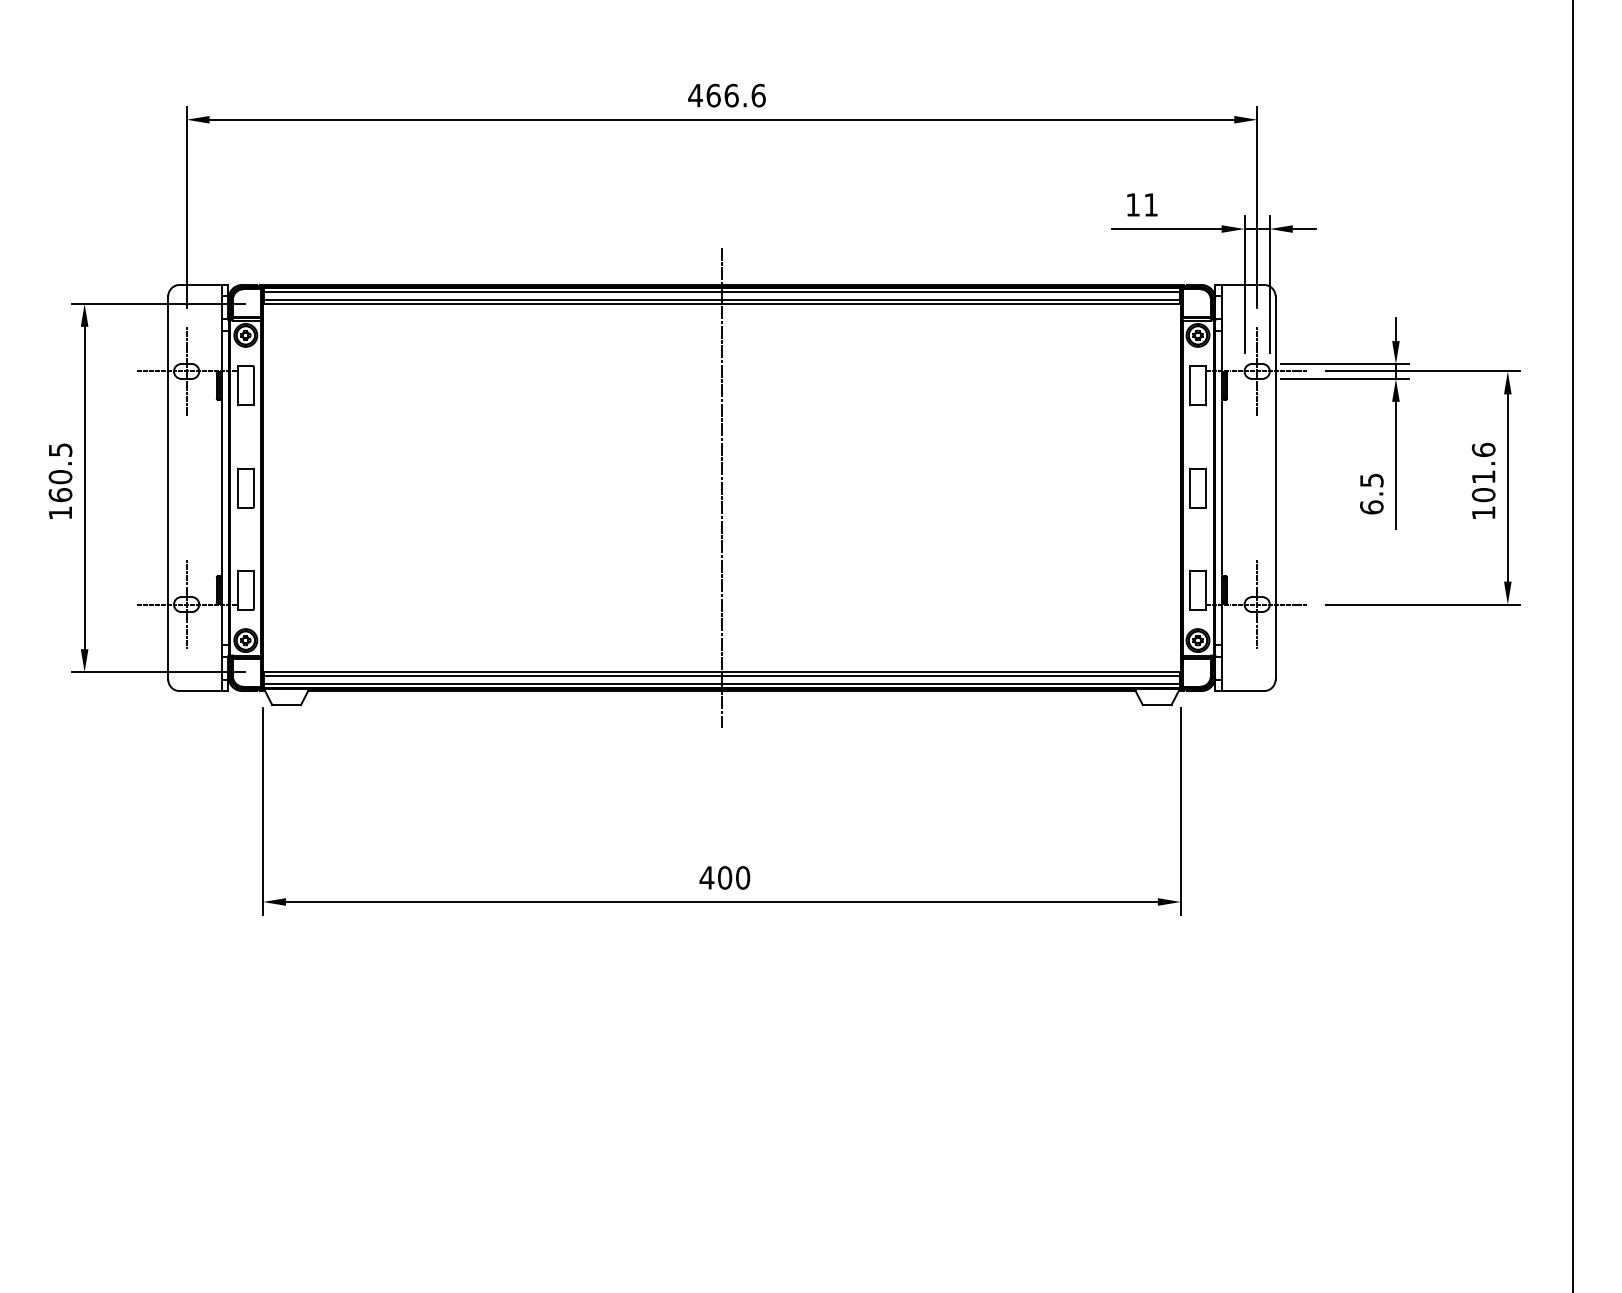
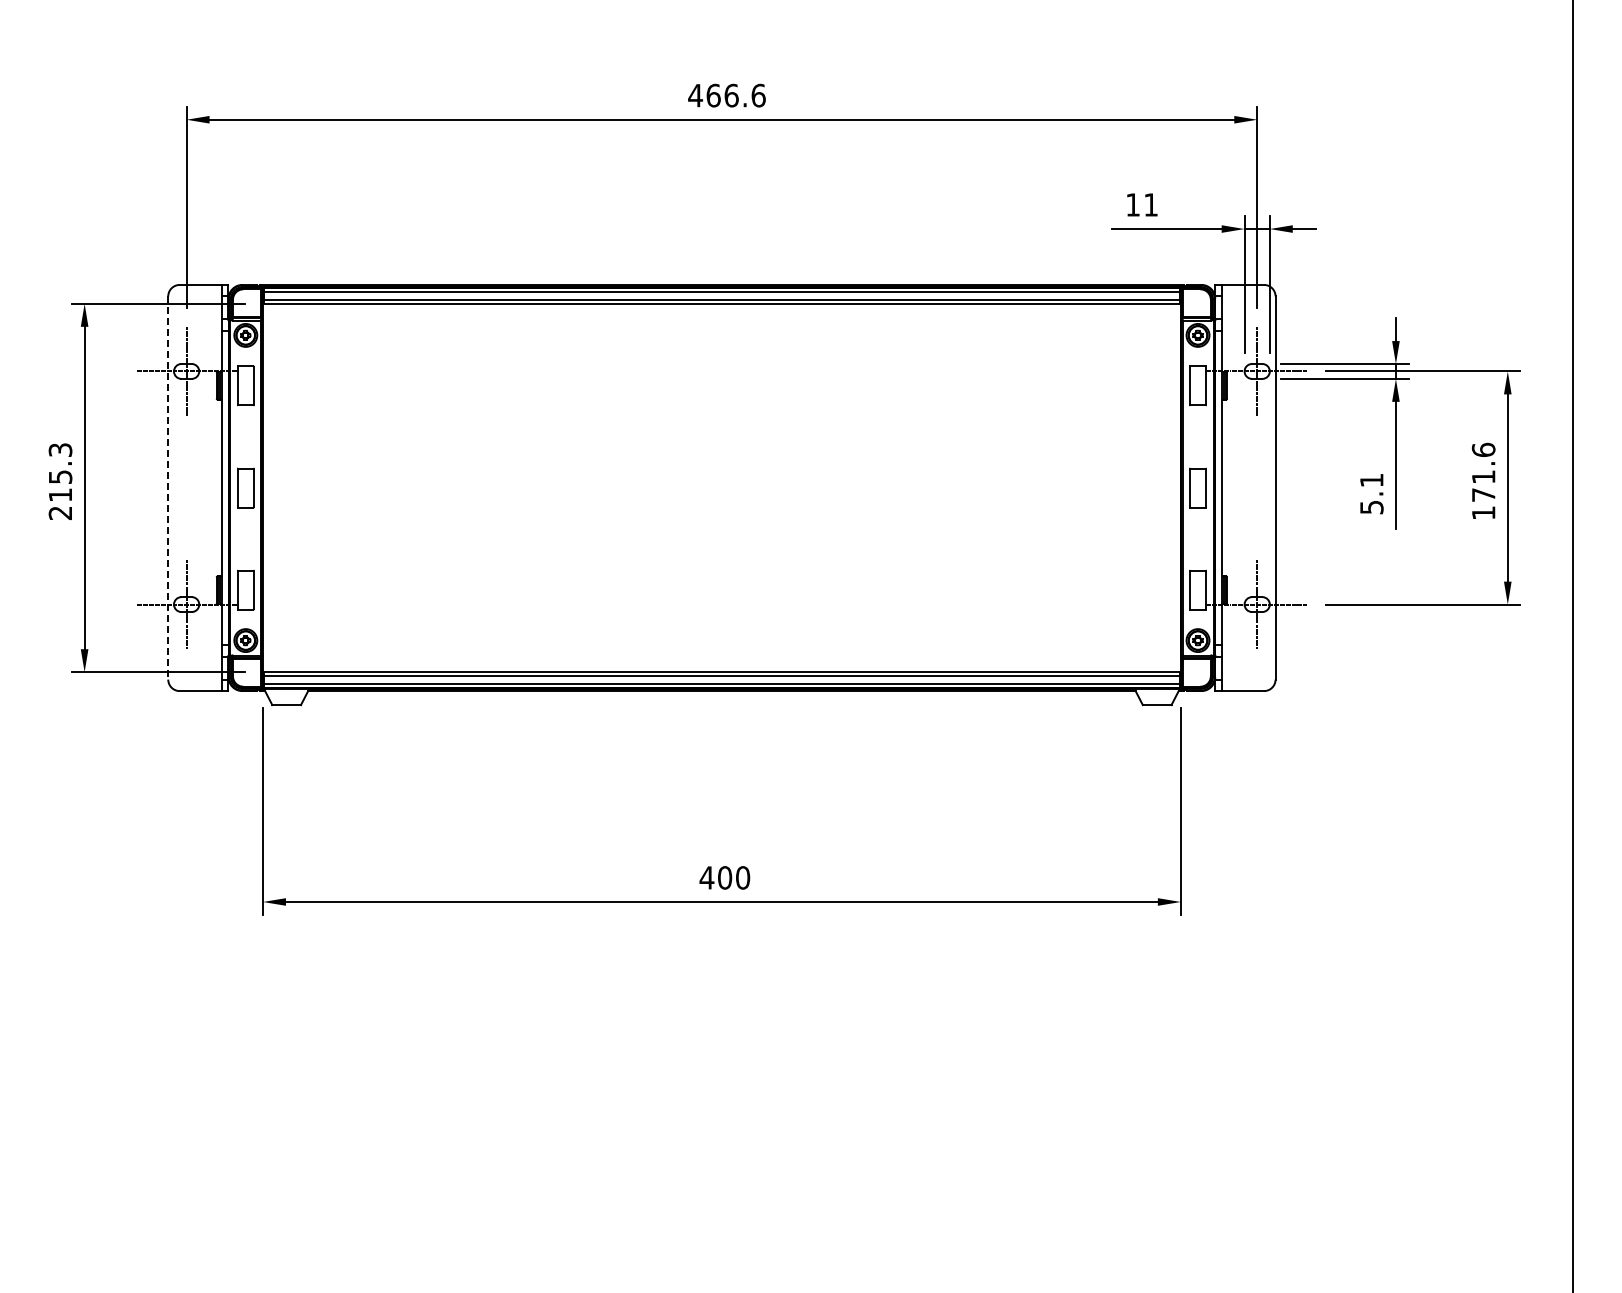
text at (60, 481): 160.5 -> 215.3
line at (721, 487): present -> none
line at (168, 488): solid -> dashed
text at (1371, 494): 6.5 -> 5.1
text at (1483, 495): 101.6 -> 171.6
